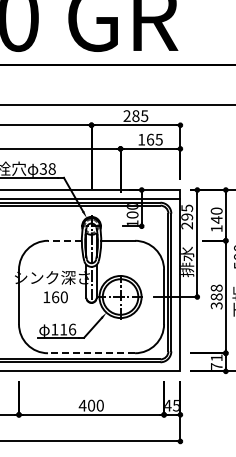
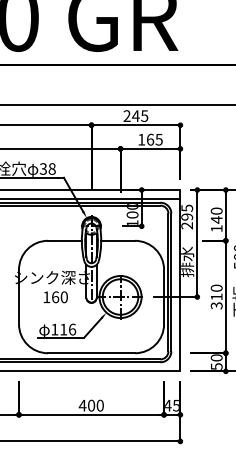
text at (135, 116): 285 -> 245
line at (64, 240): dashed -> solid
text at (216, 292): 388 -> 310
line at (91, 353): dashed -> solid
text at (216, 361): 71 -> 50
